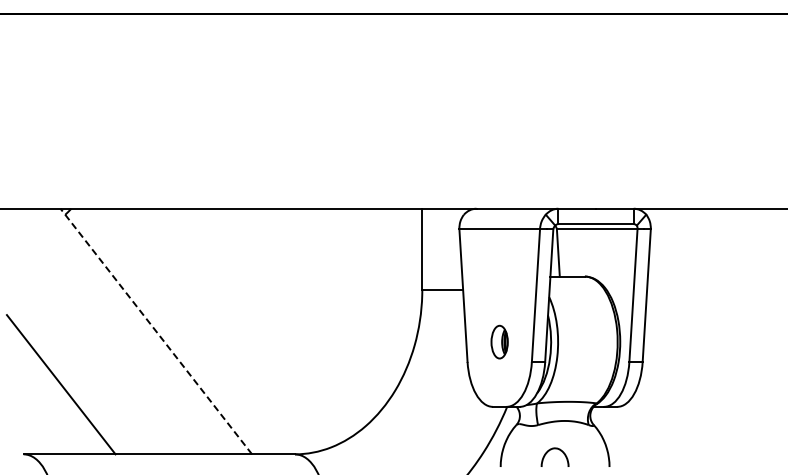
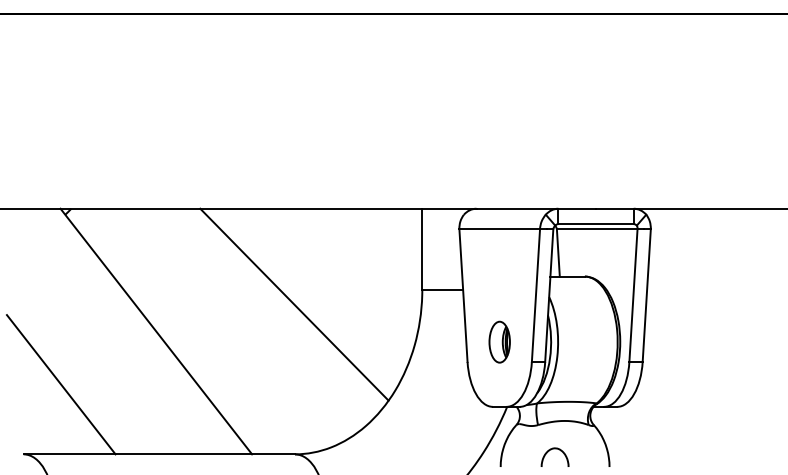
line at (294, 304): none -> present
line at (156, 331): dashed -> solid
part at (499, 341) size: 19x36 px -> 23x44 px
